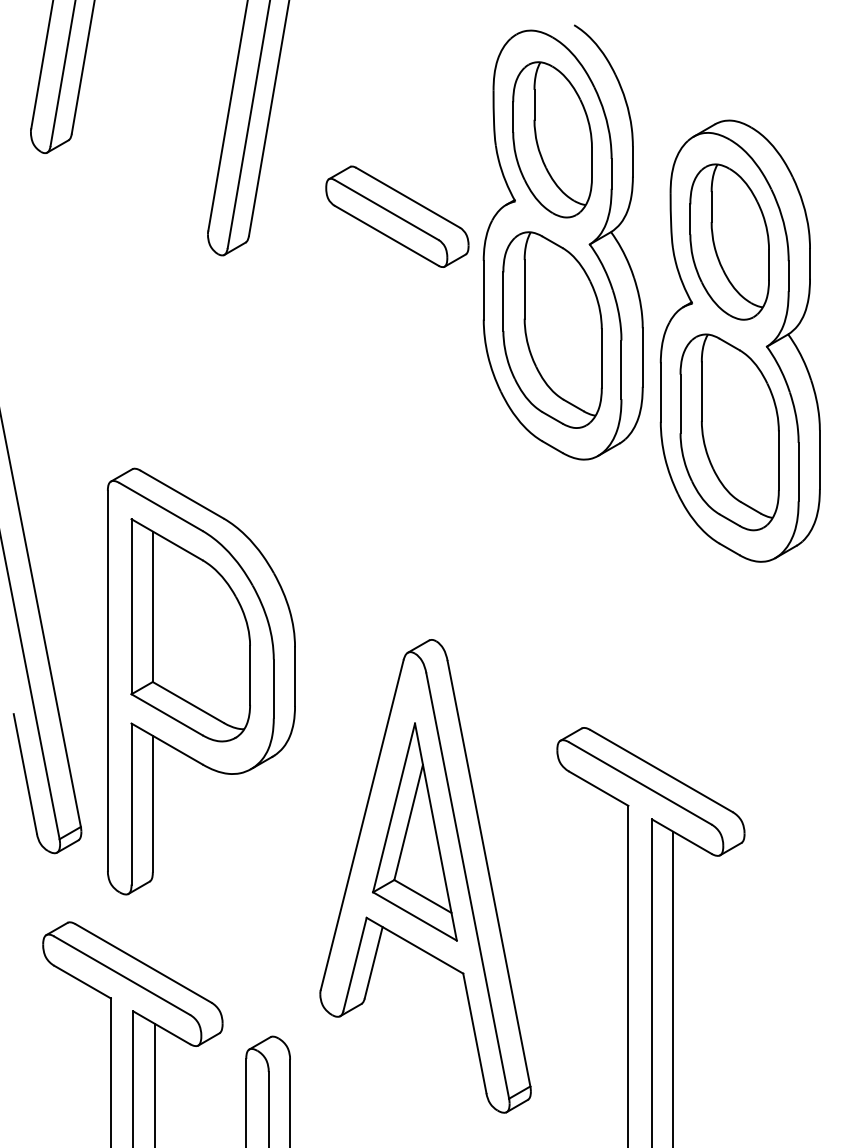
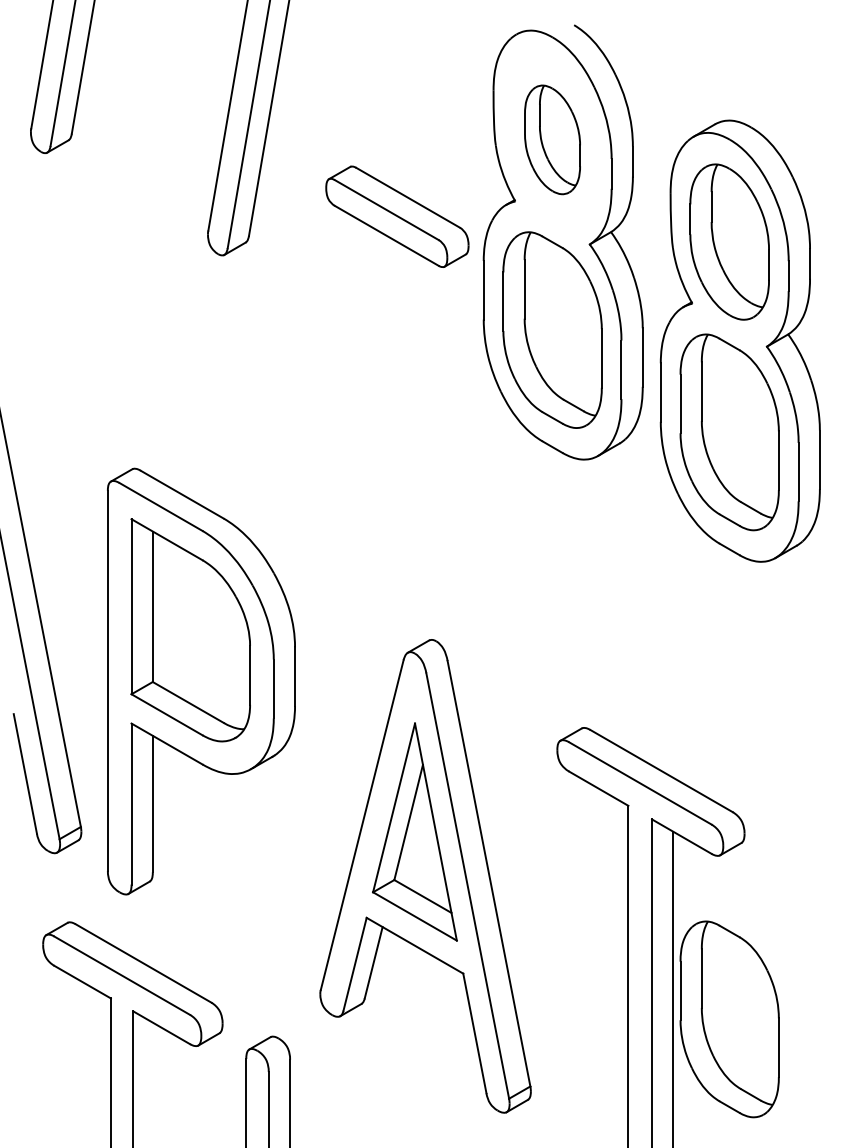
part at (552, 139) size: 81x158 px -> 57x112 px
part at (729, 1019): none -> present
line at (154, 1083): present -> none
